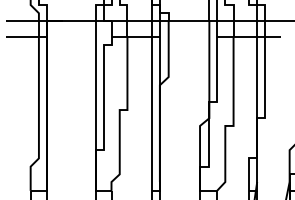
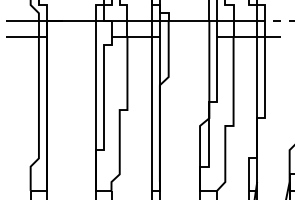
line at (279, 20): solid -> dashed
